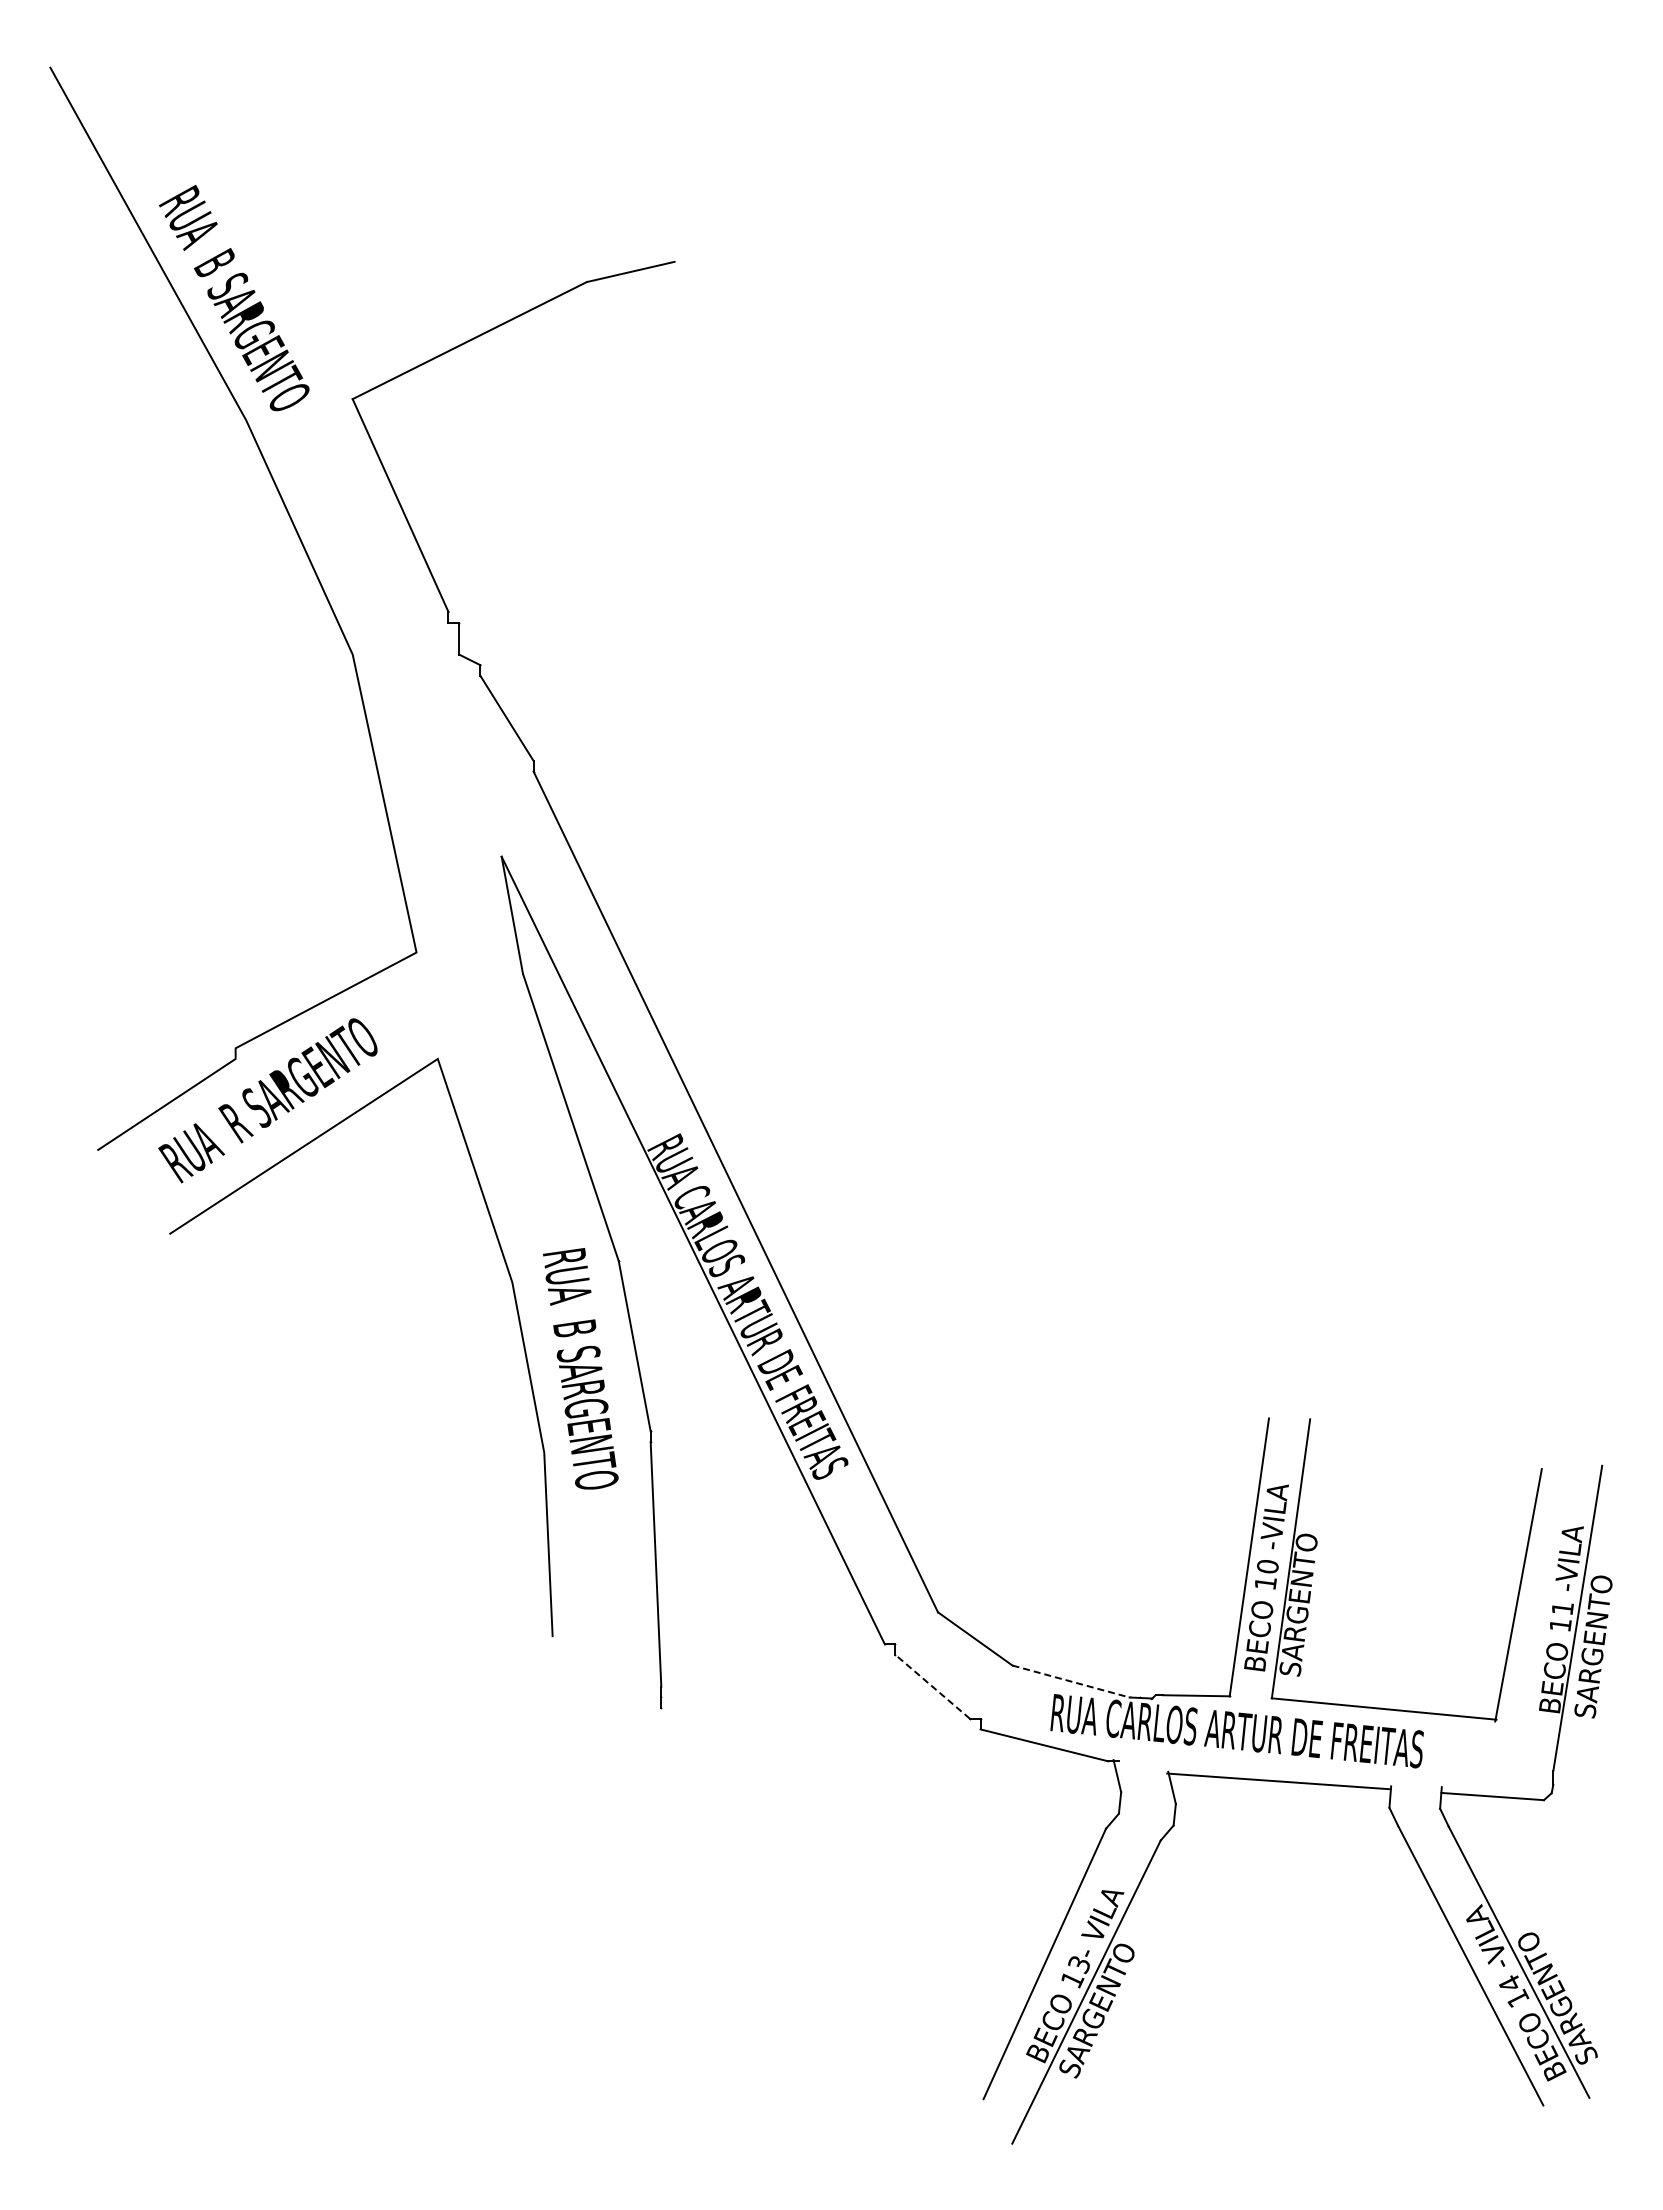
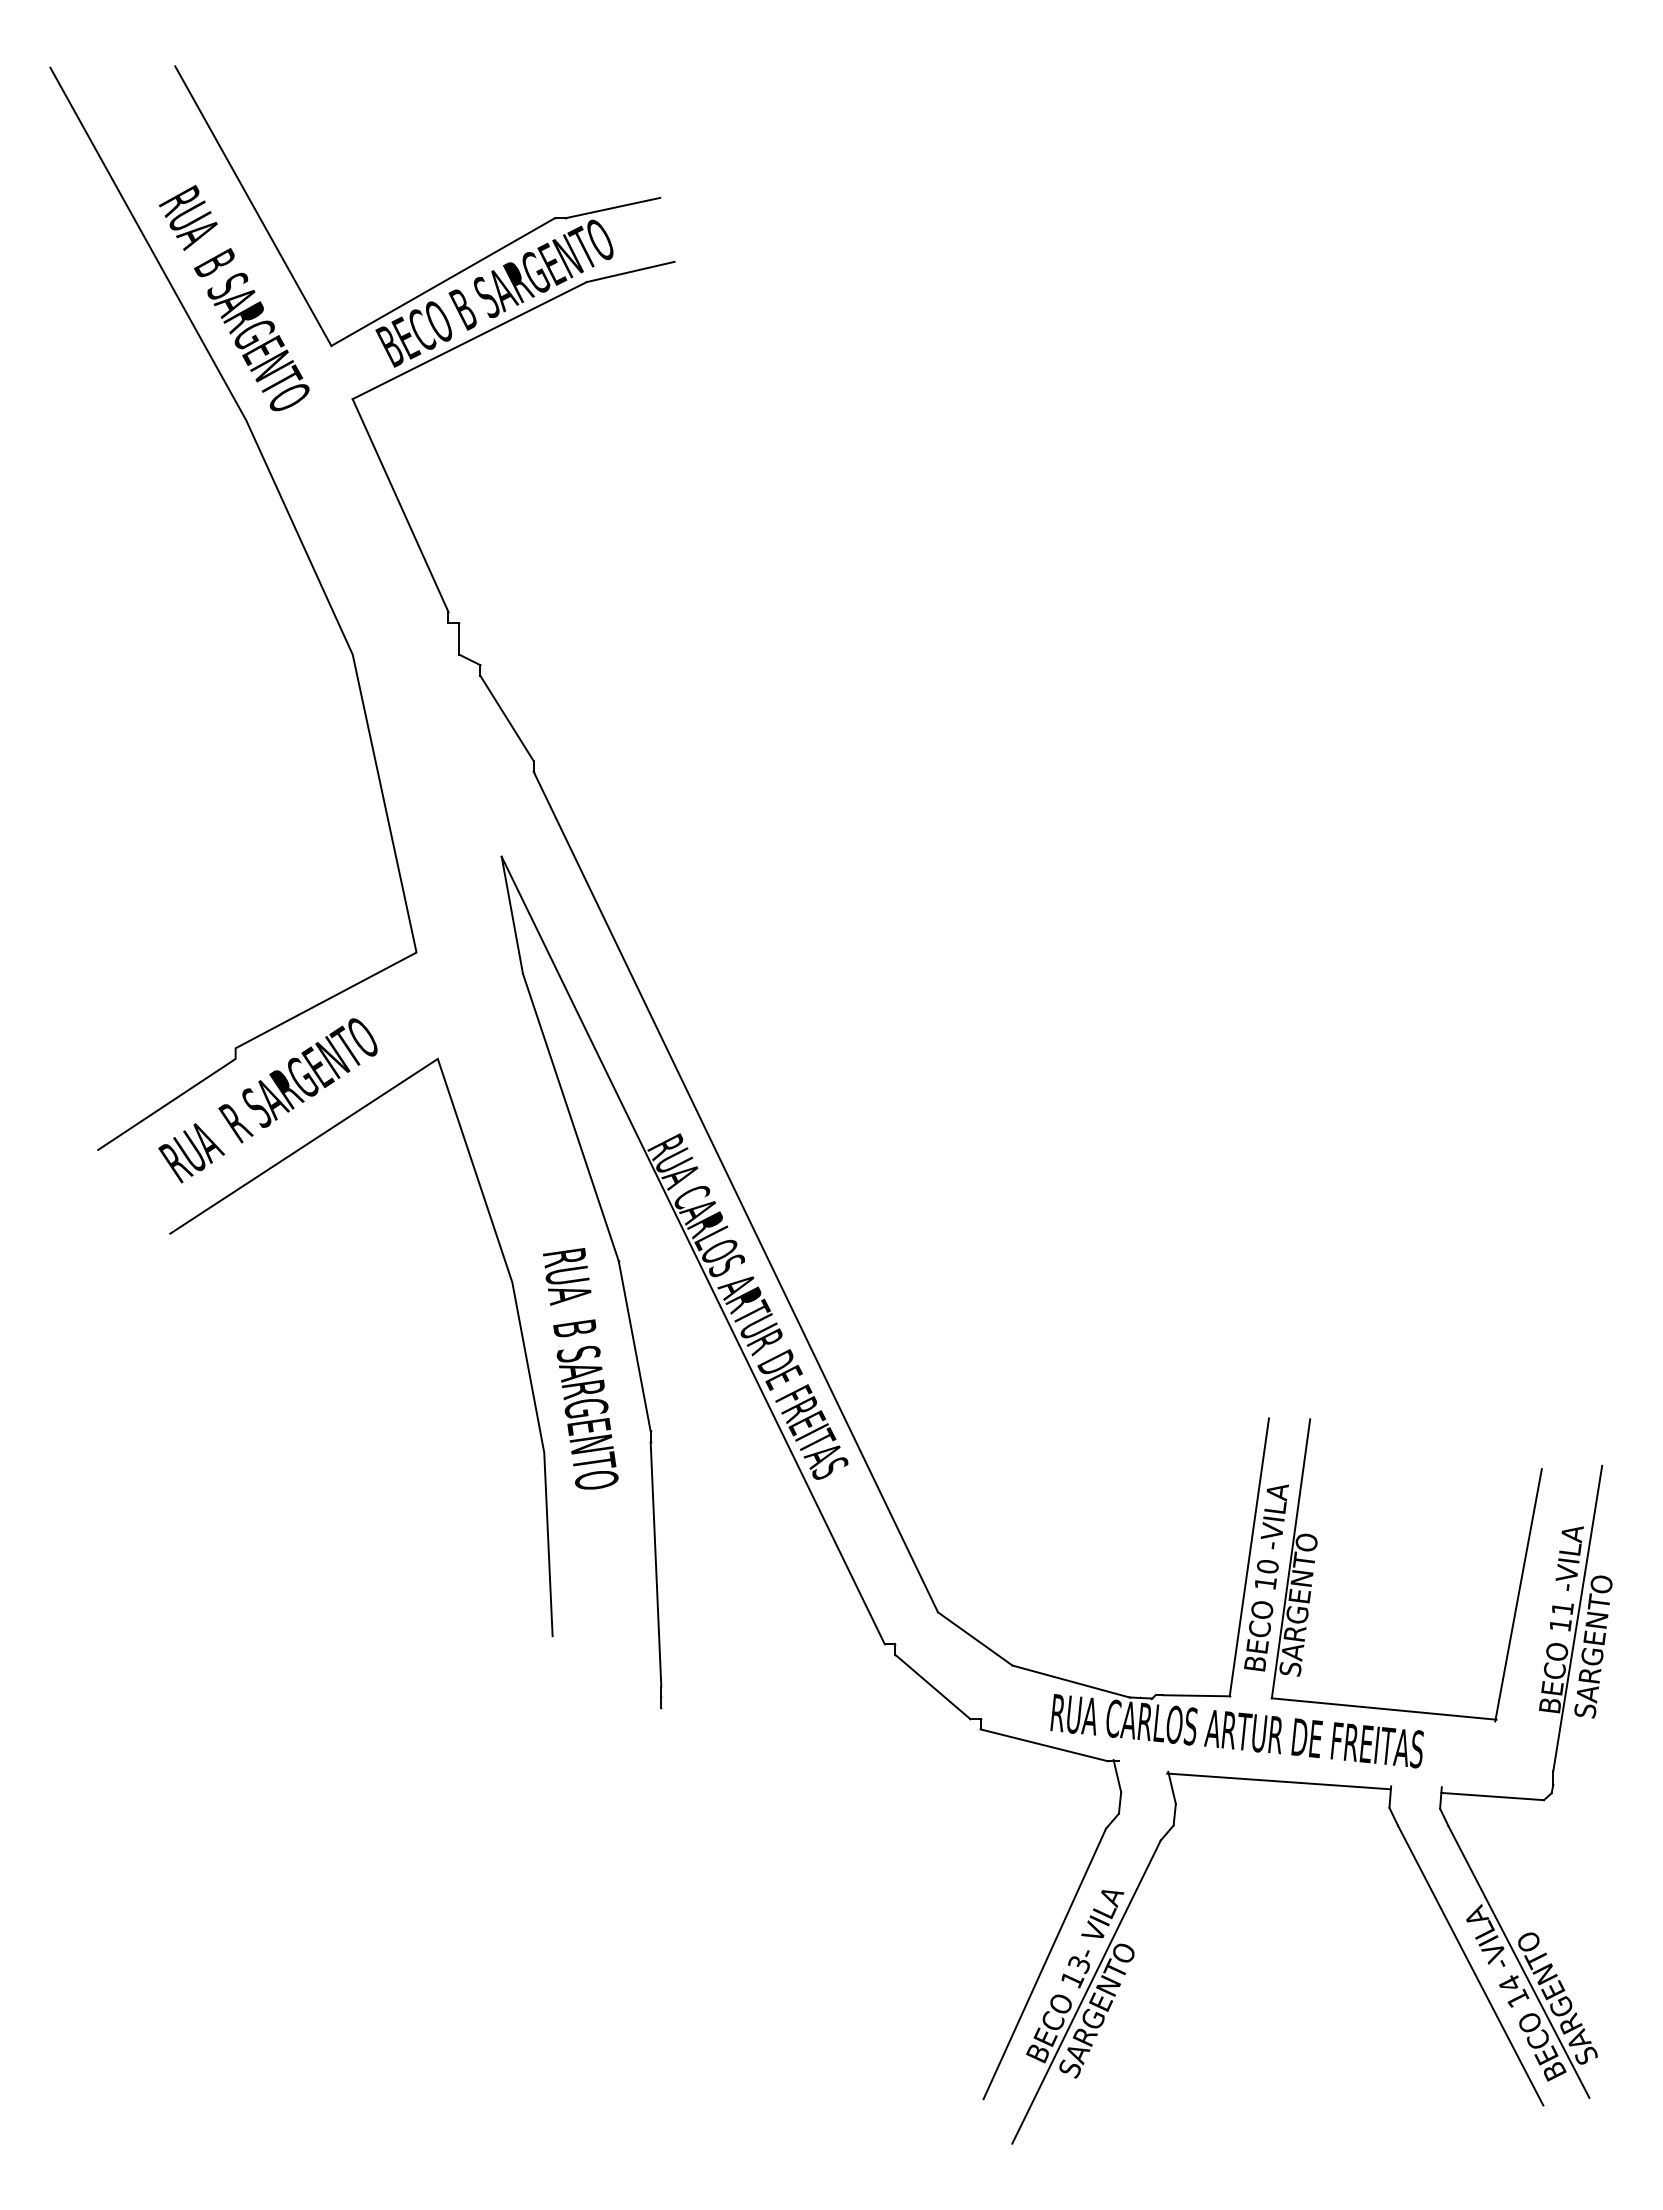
part at (450, 276): none -> present
line at (1071, 1681): dashed -> solid
line at (932, 1686): dashed -> solid
